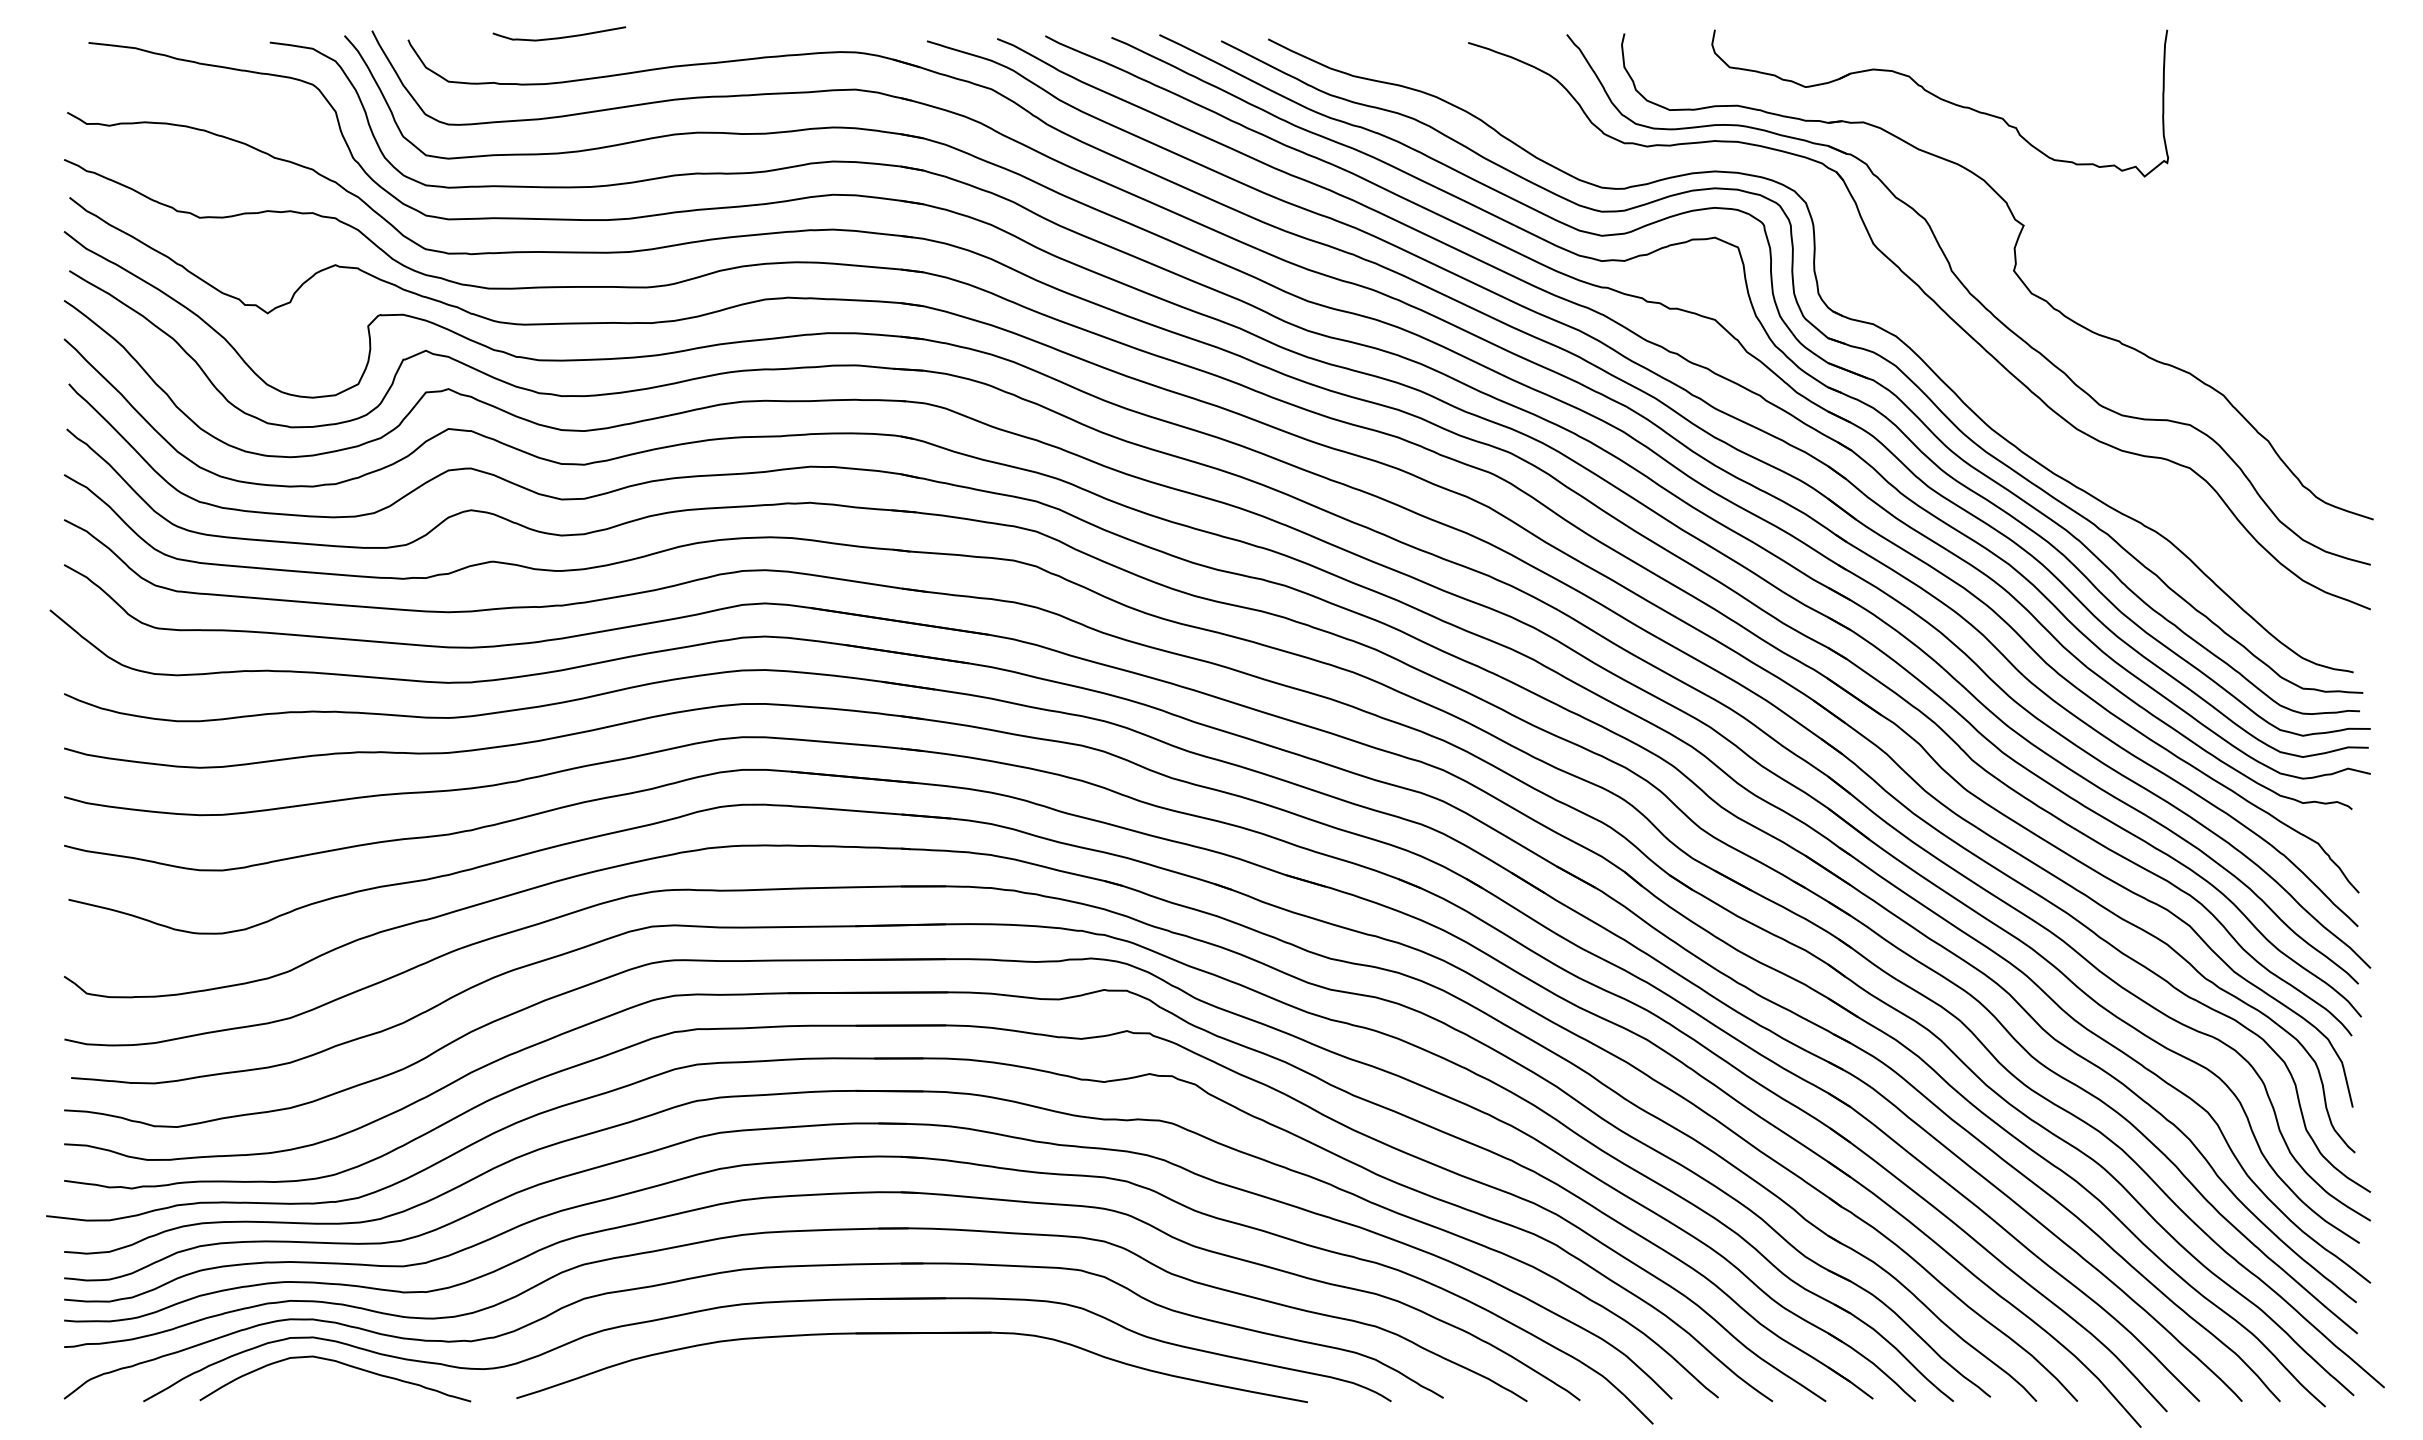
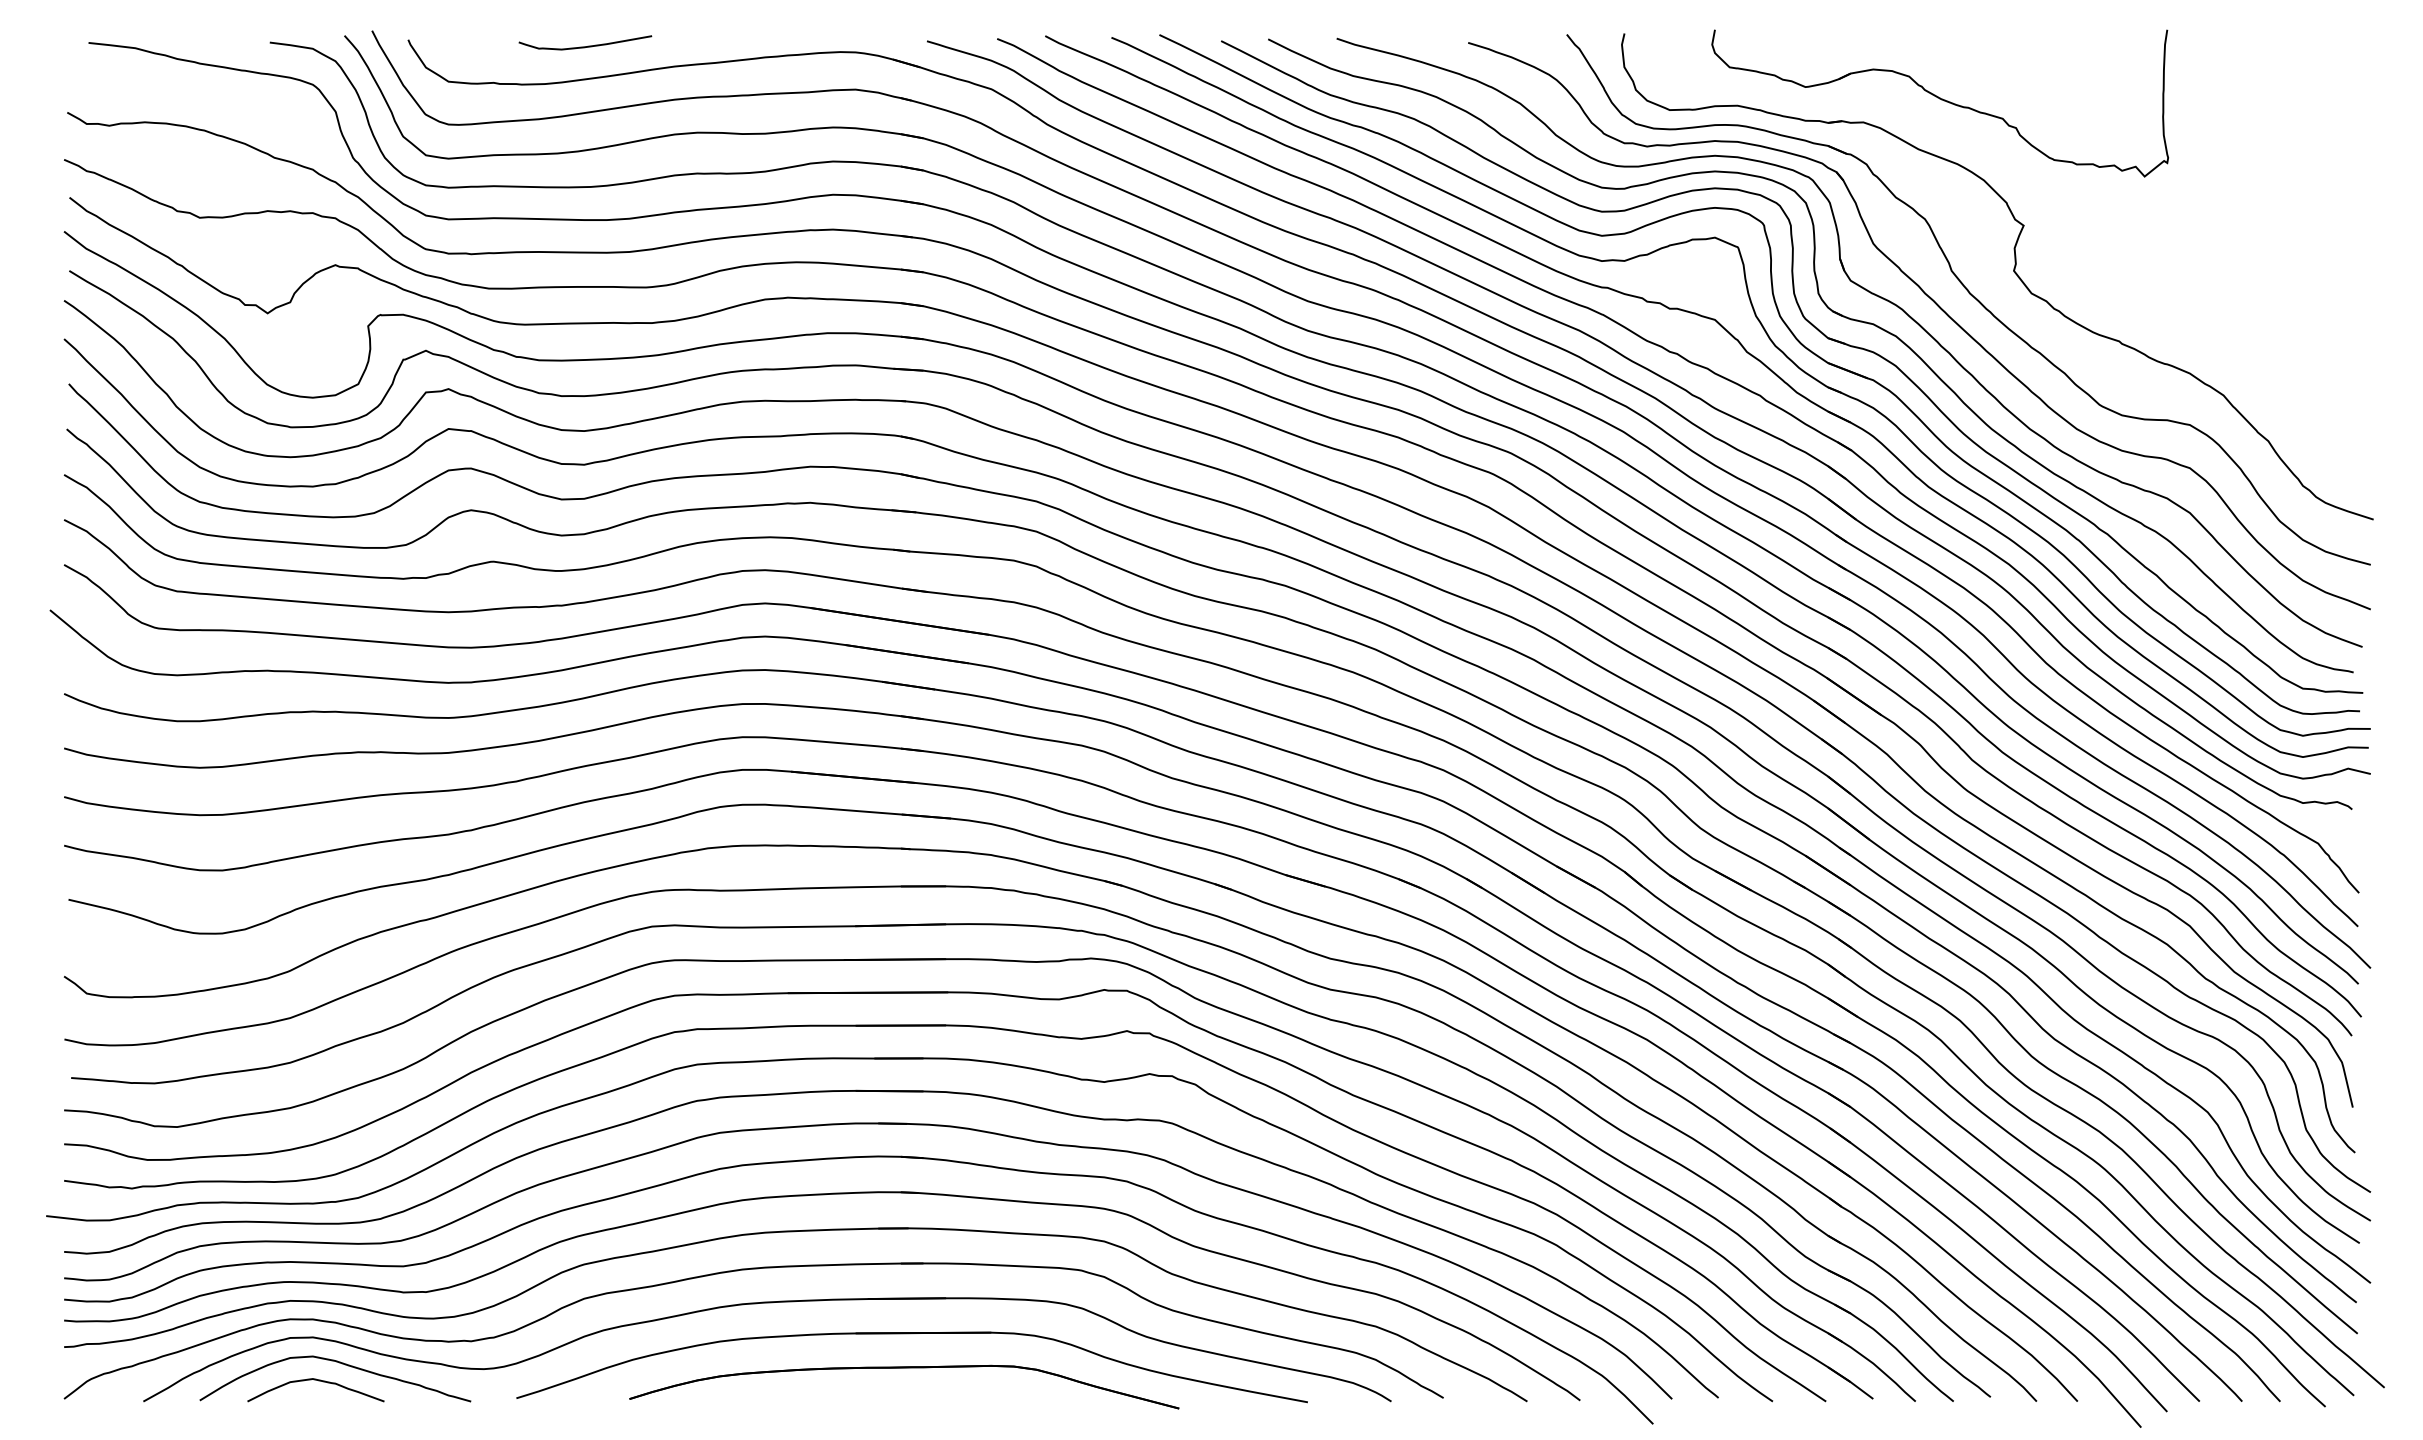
curve at (559, 37) position: (559, 37) -> (585, 46)
part at (1871, 294): none -> present
part at (904, 1368): none -> present
curve at (318, 1381): none -> present
